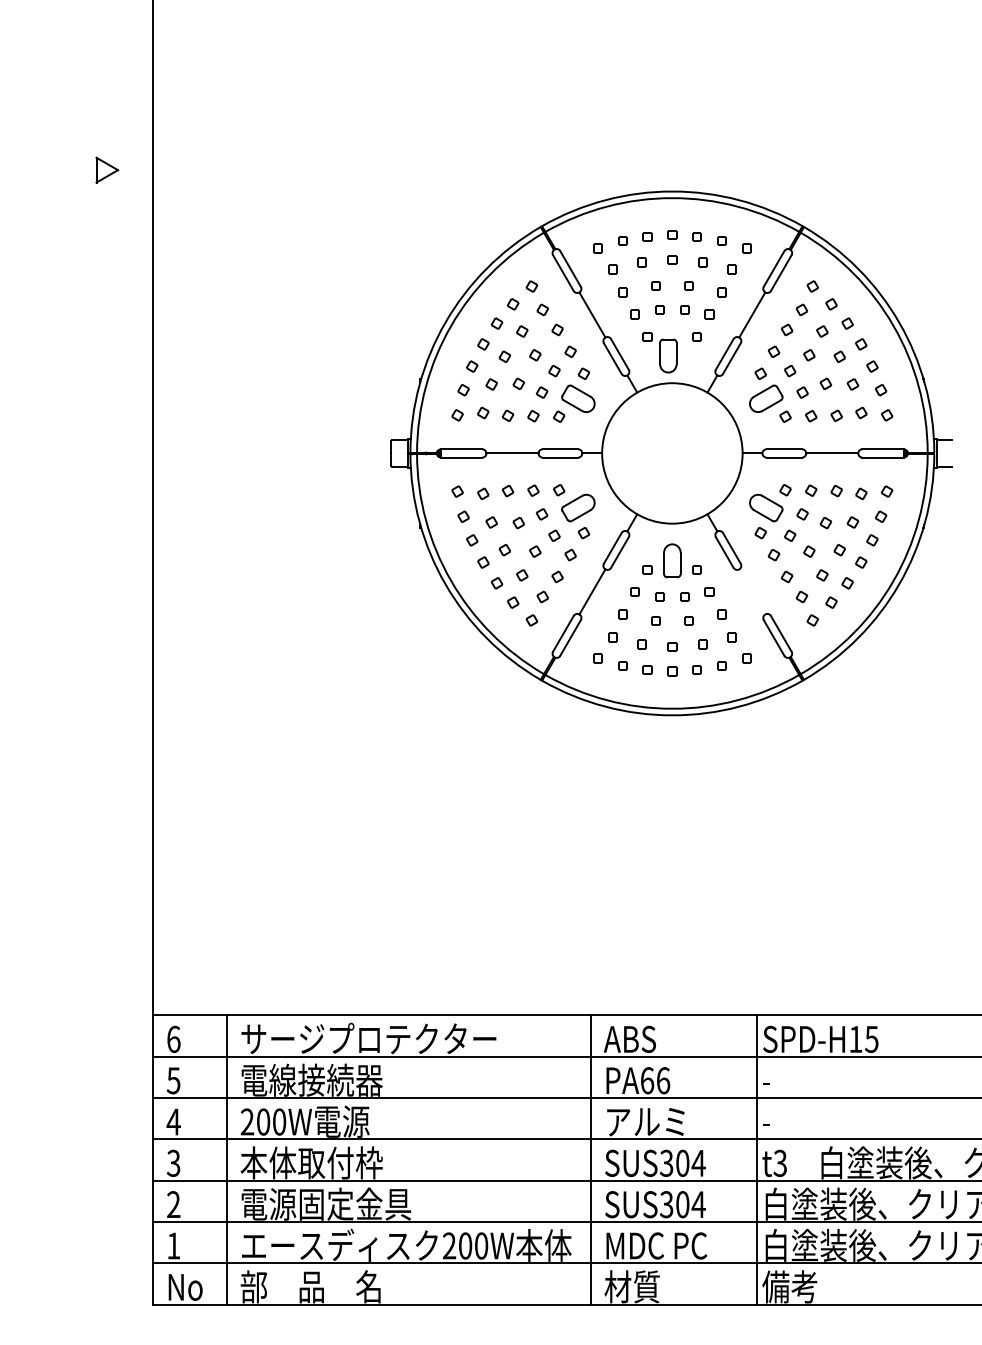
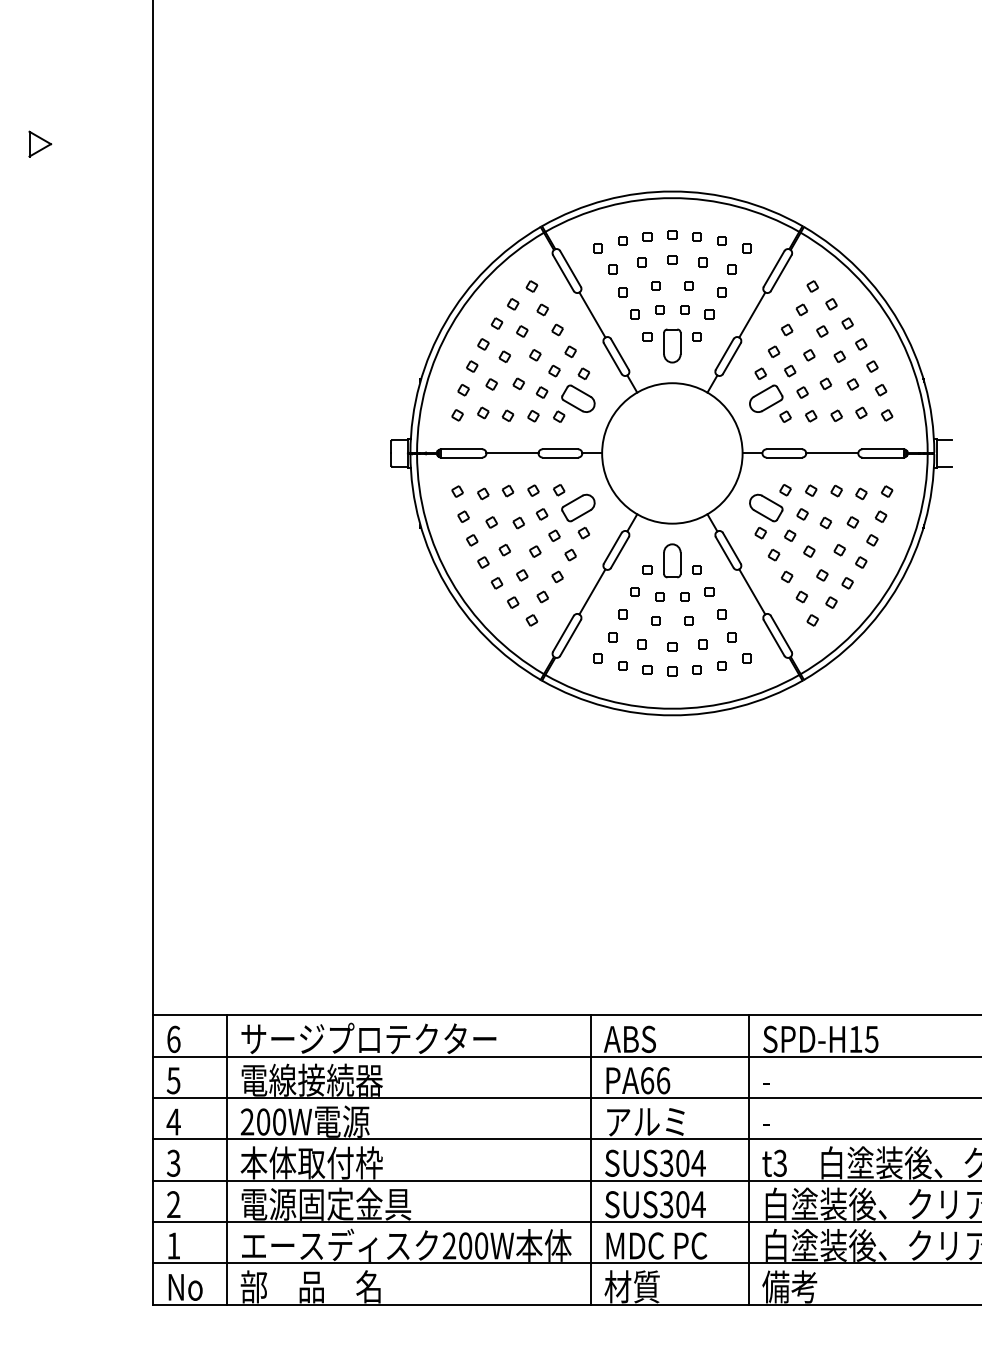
part at (107, 169) position: (107, 169) -> (40, 143)
part at (668, 355) position: (668, 355) -> (672, 345)
line at (752, 591): none -> present
line at (757, 1159) position: (757, 1159) -> (749, 1159)
